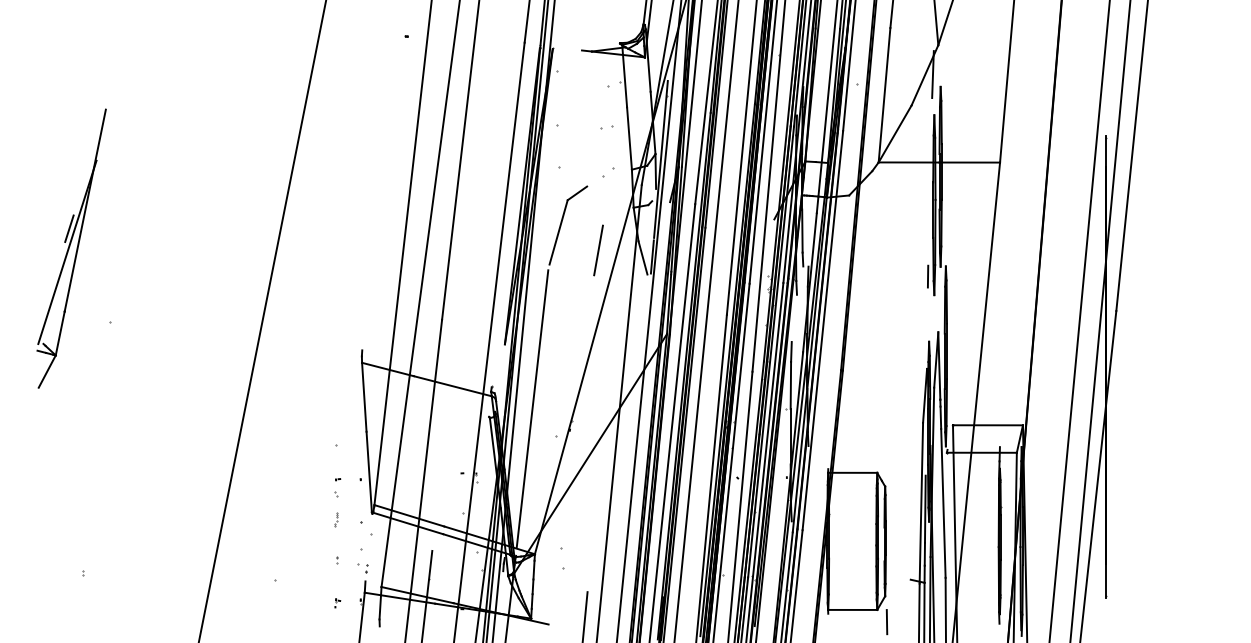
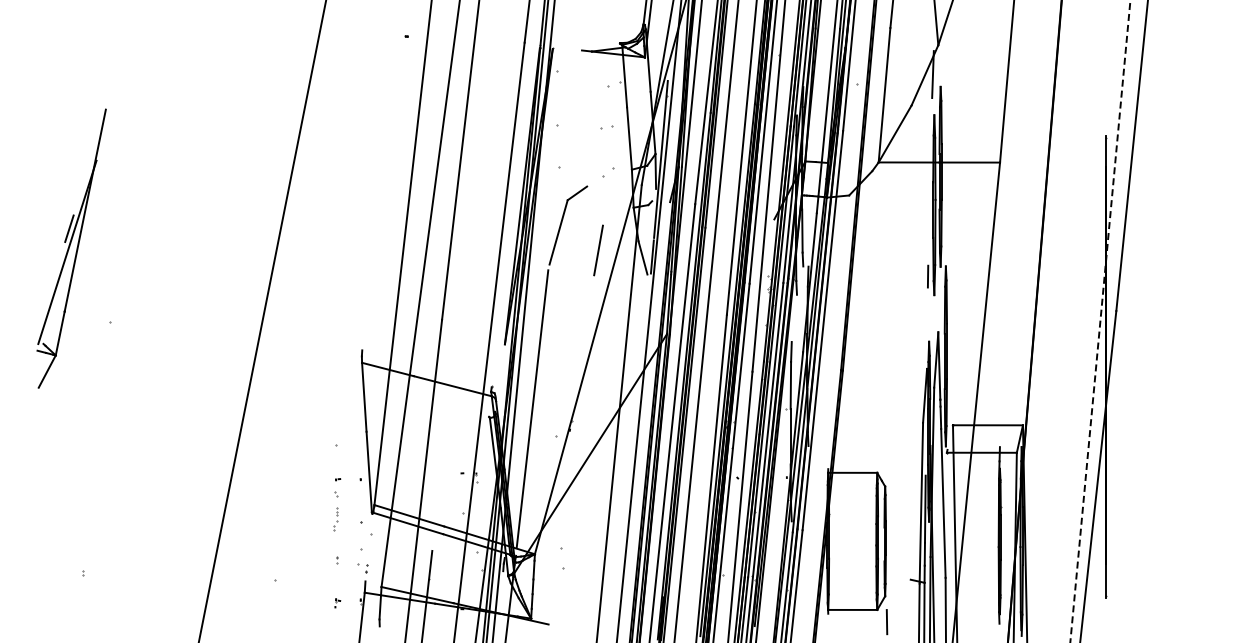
line at (1079, 320): present -> none
line at (1100, 320): solid -> dashed
part at (336, 519) size: 5x16 px -> 6x25 px
line at (585, 615): present -> none
